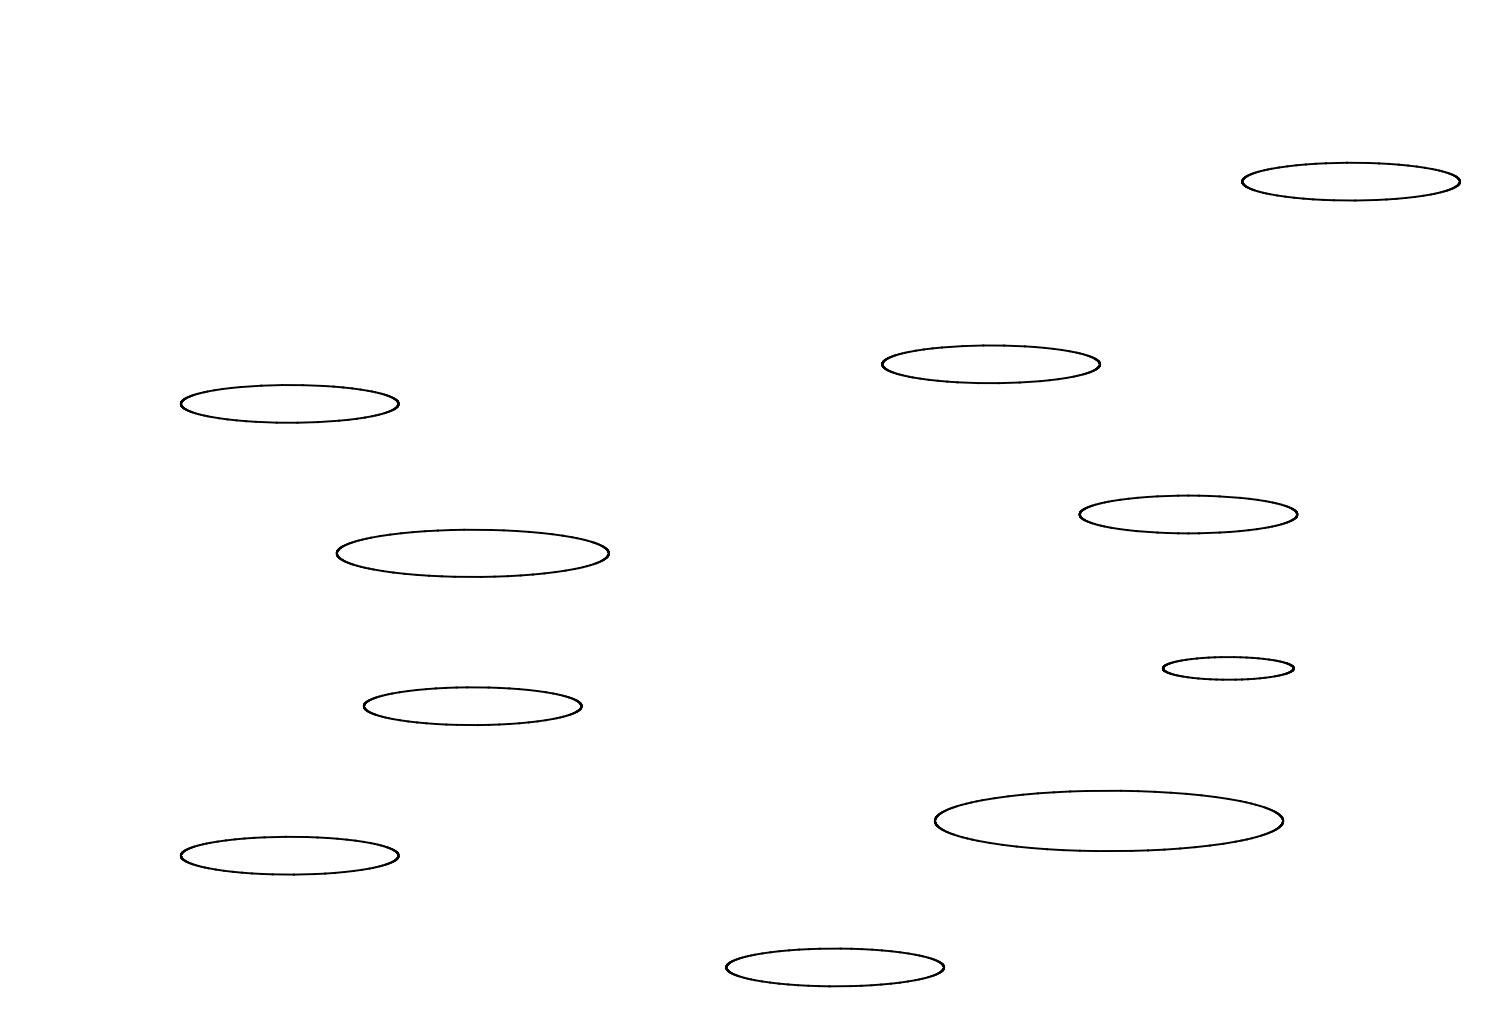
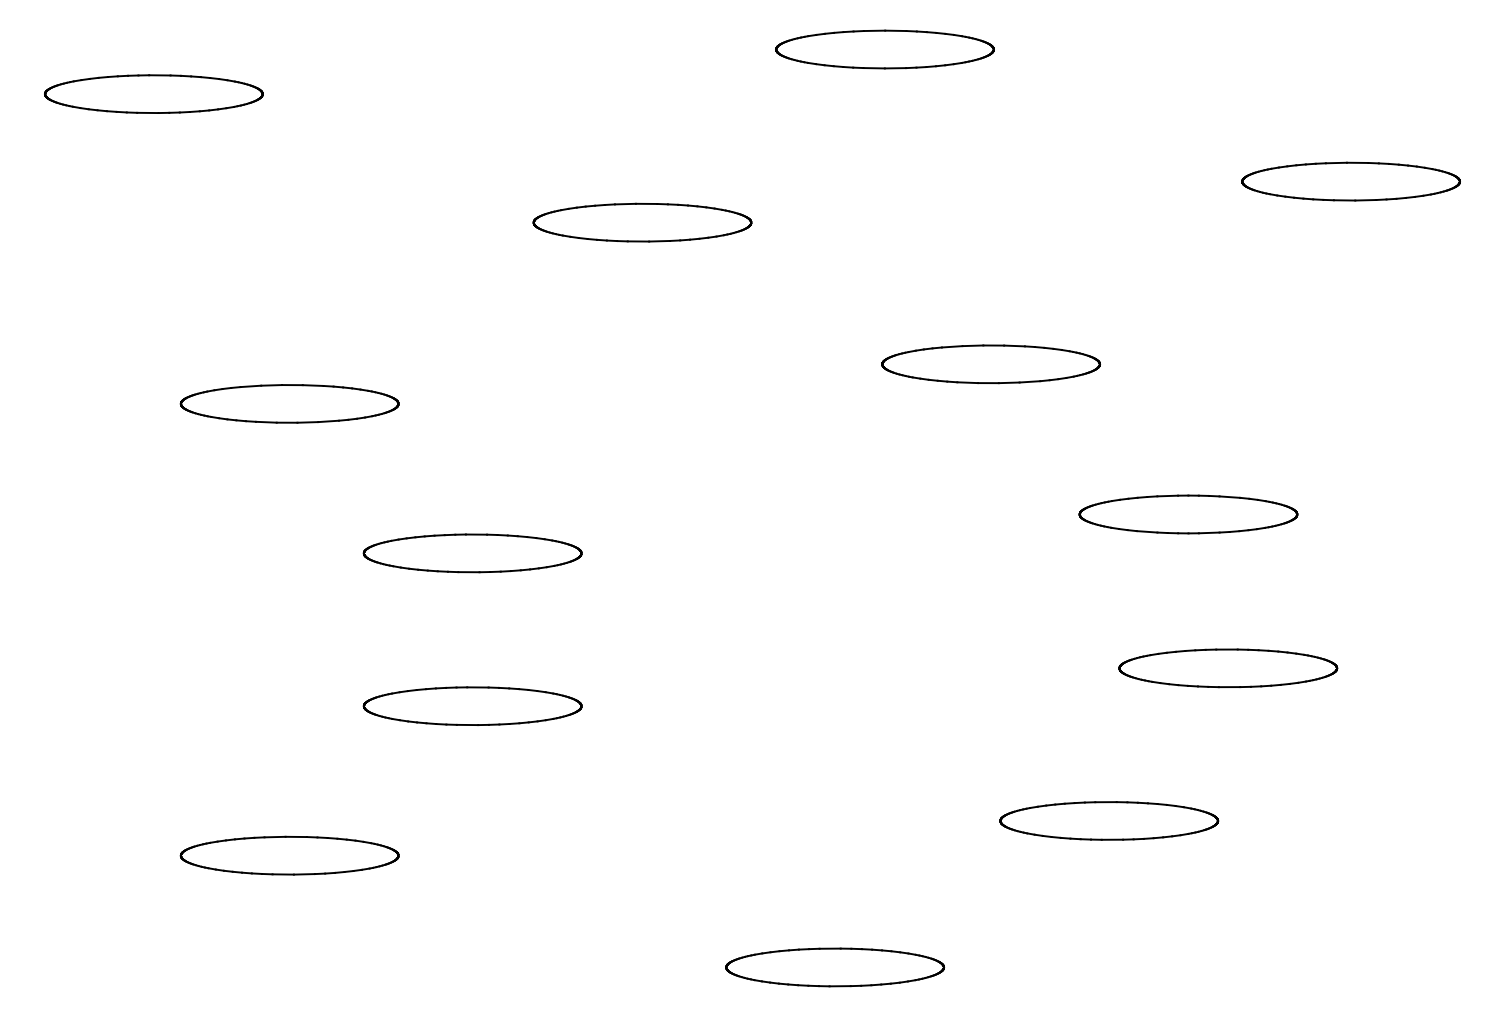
part at (884, 49): none -> present
part at (153, 93): none -> present
part at (642, 222): none -> present
part at (472, 552) size: 275x50 px -> 221x41 px
part at (1227, 668) size: 134x25 px -> 221x41 px
part at (1108, 820) size: 352x63 px -> 221x40 px
